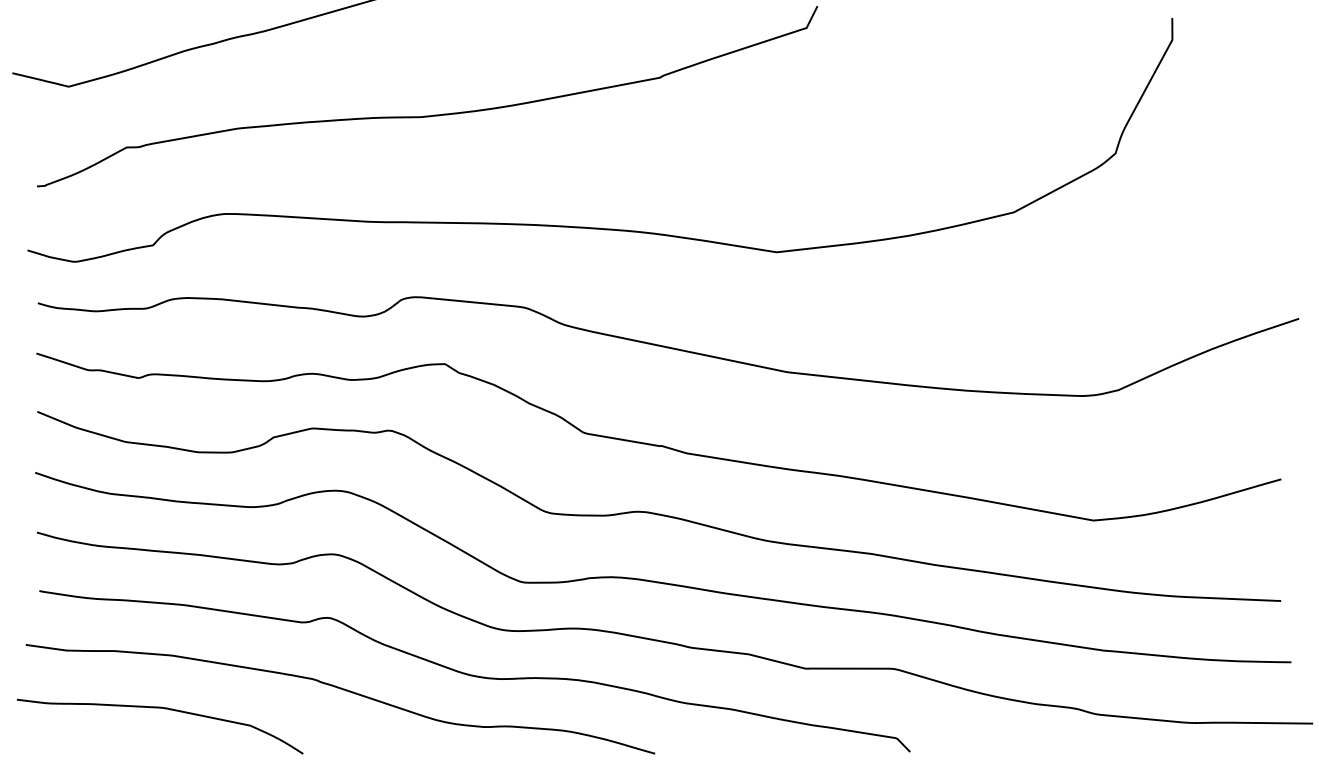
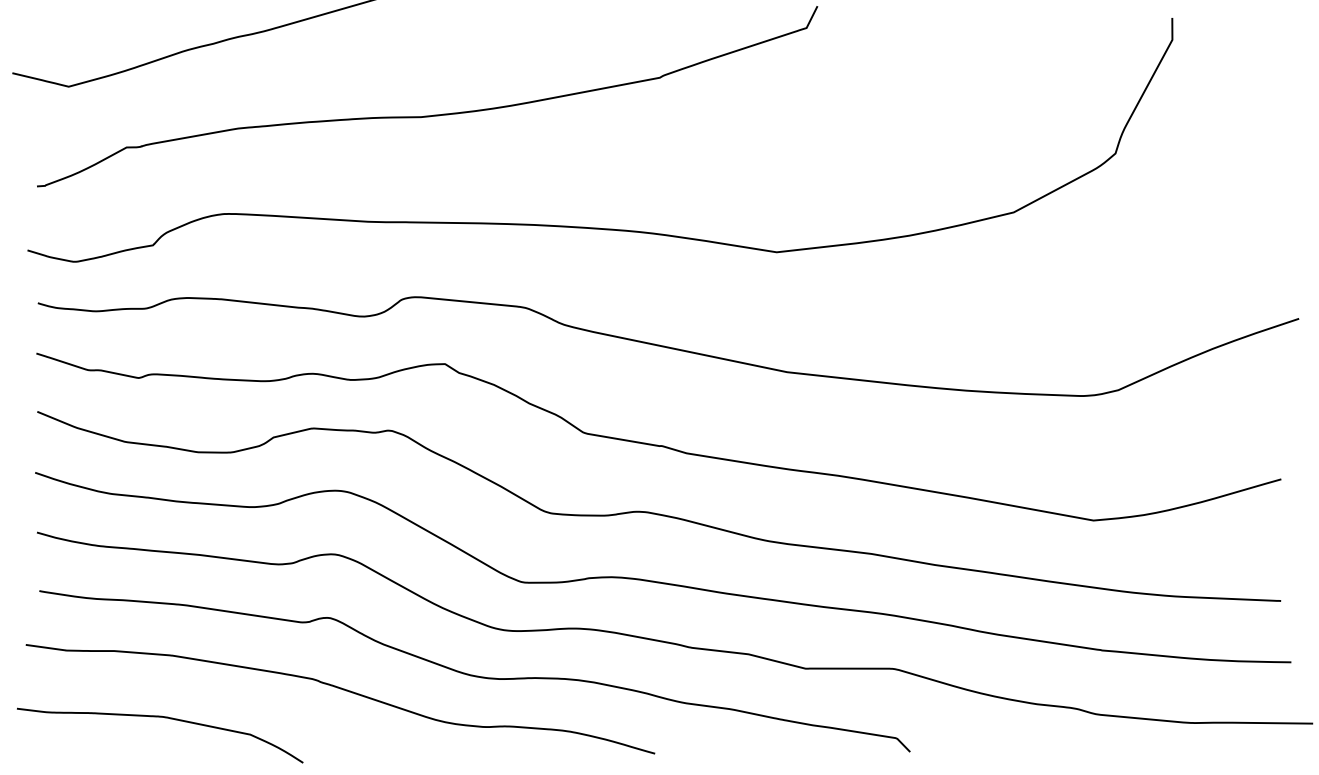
curve at (164, 709) position: (164, 709) -> (164, 718)
